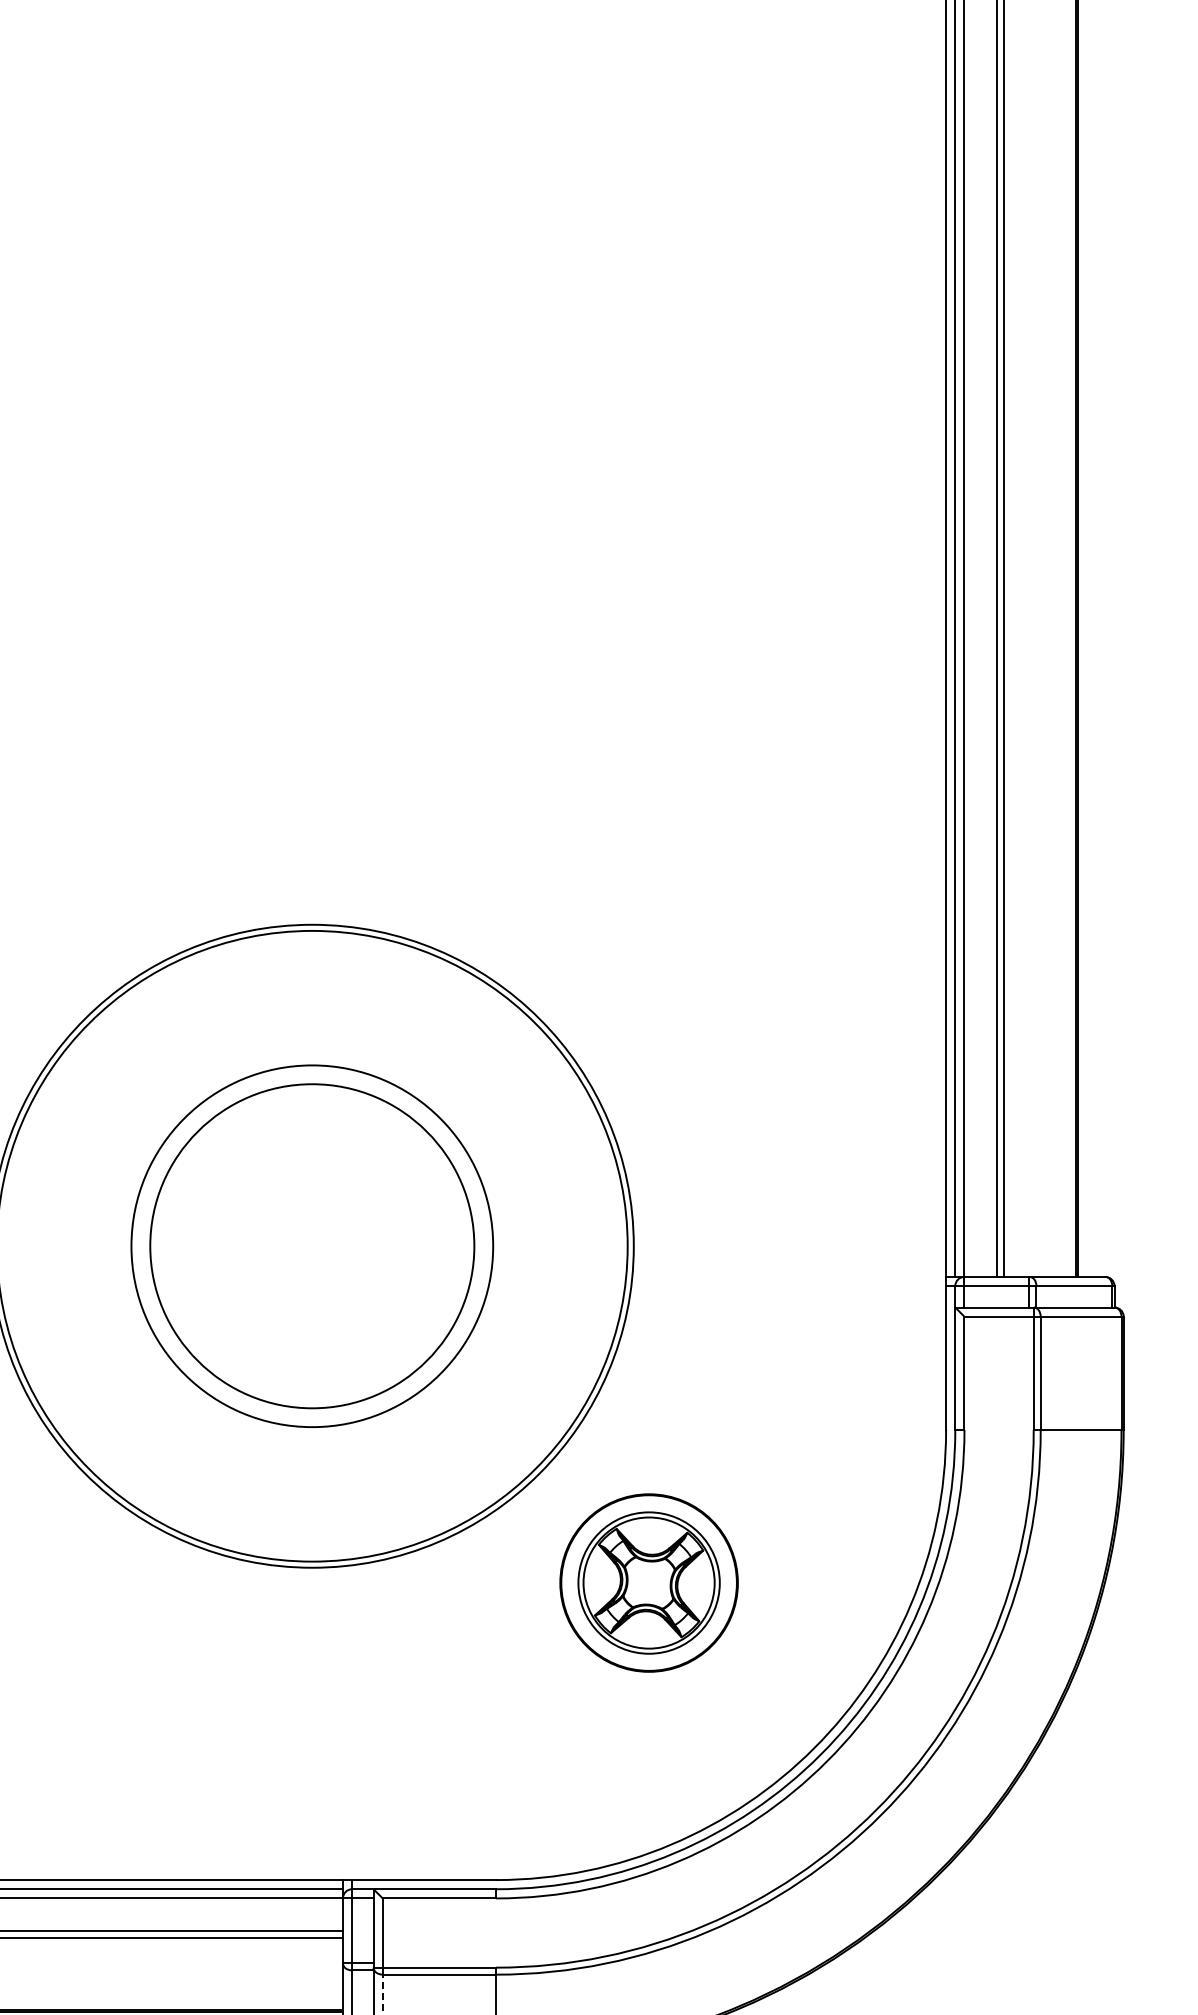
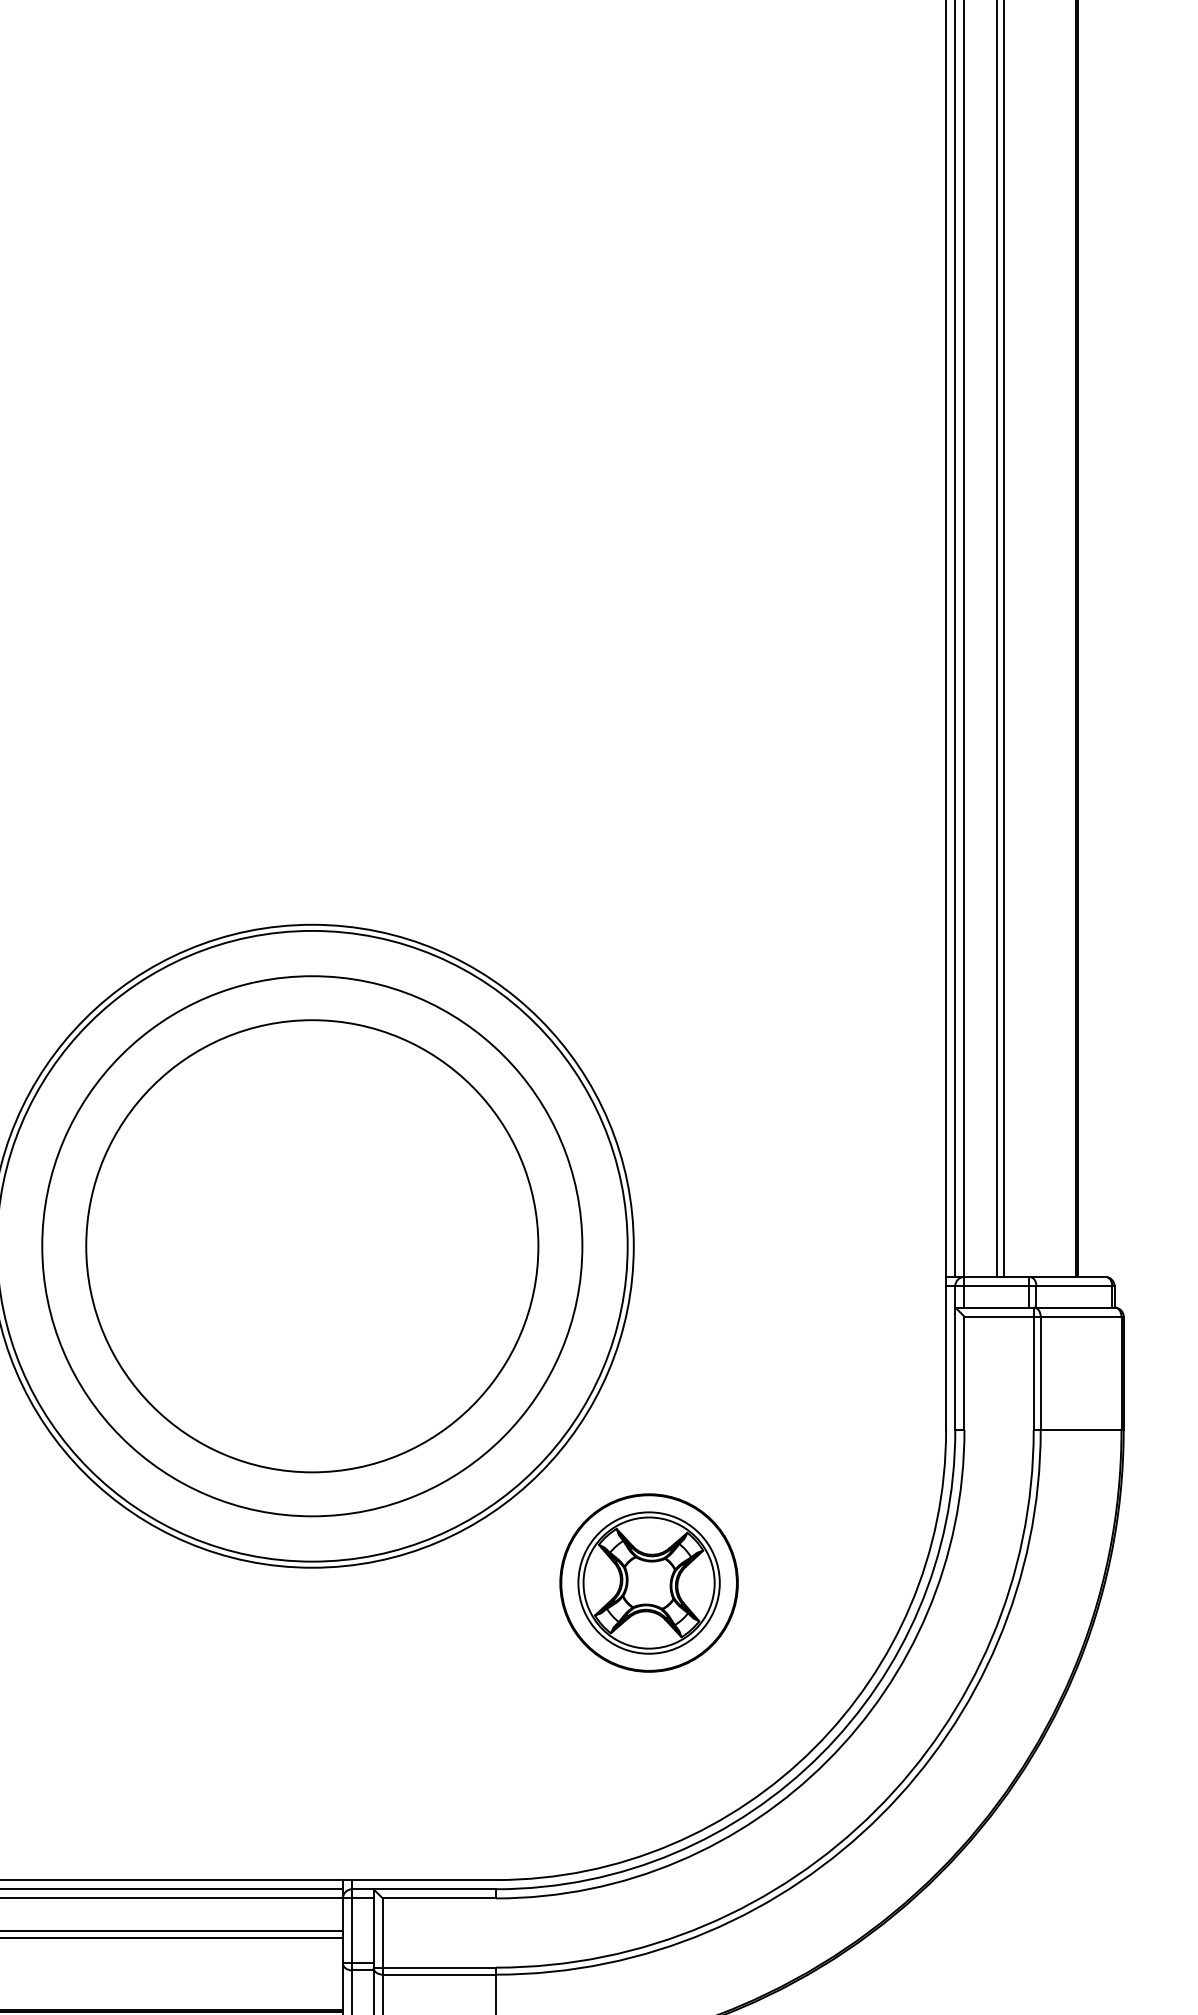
circle at (312, 1246) diameter: 324 px -> 540 px
circle at (312, 1246) diameter: 362 px -> 452 px
line at (382, 1994): dashed -> solid
